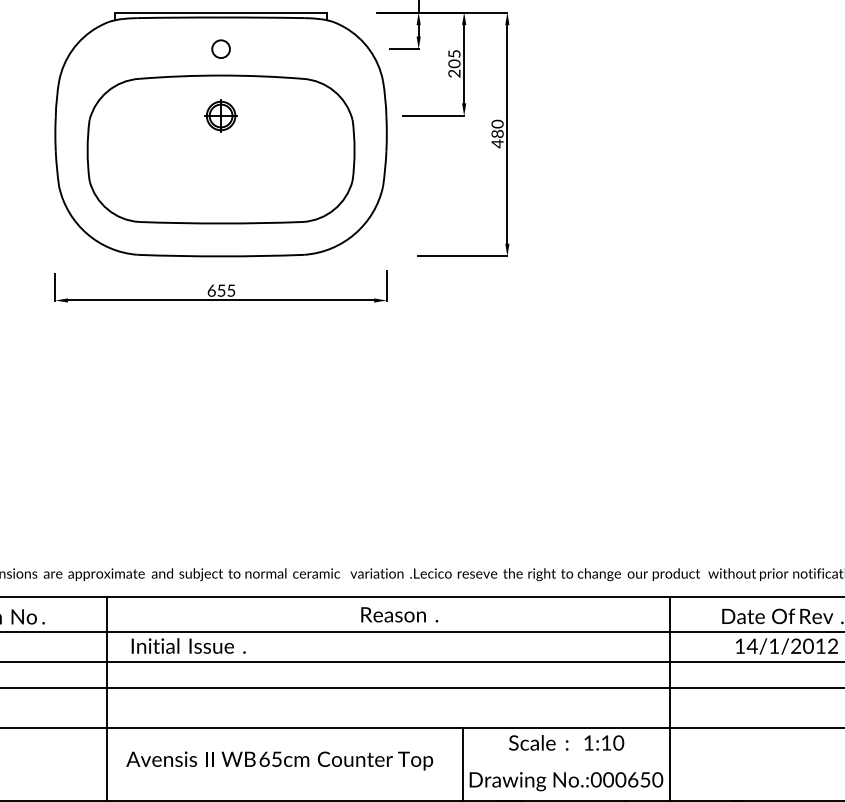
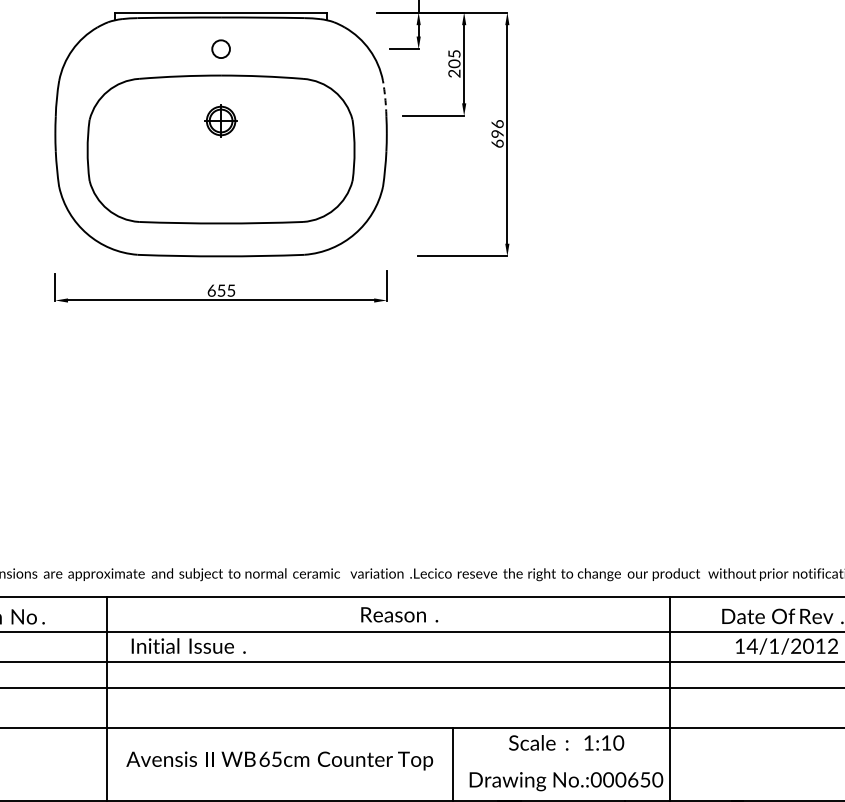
arc at (385, 98): solid -> dashed
part at (220, 115) position: (220, 115) -> (220, 120)
text at (497, 133): 480 -> 696
line at (463, 762) position: (463, 762) -> (453, 762)
